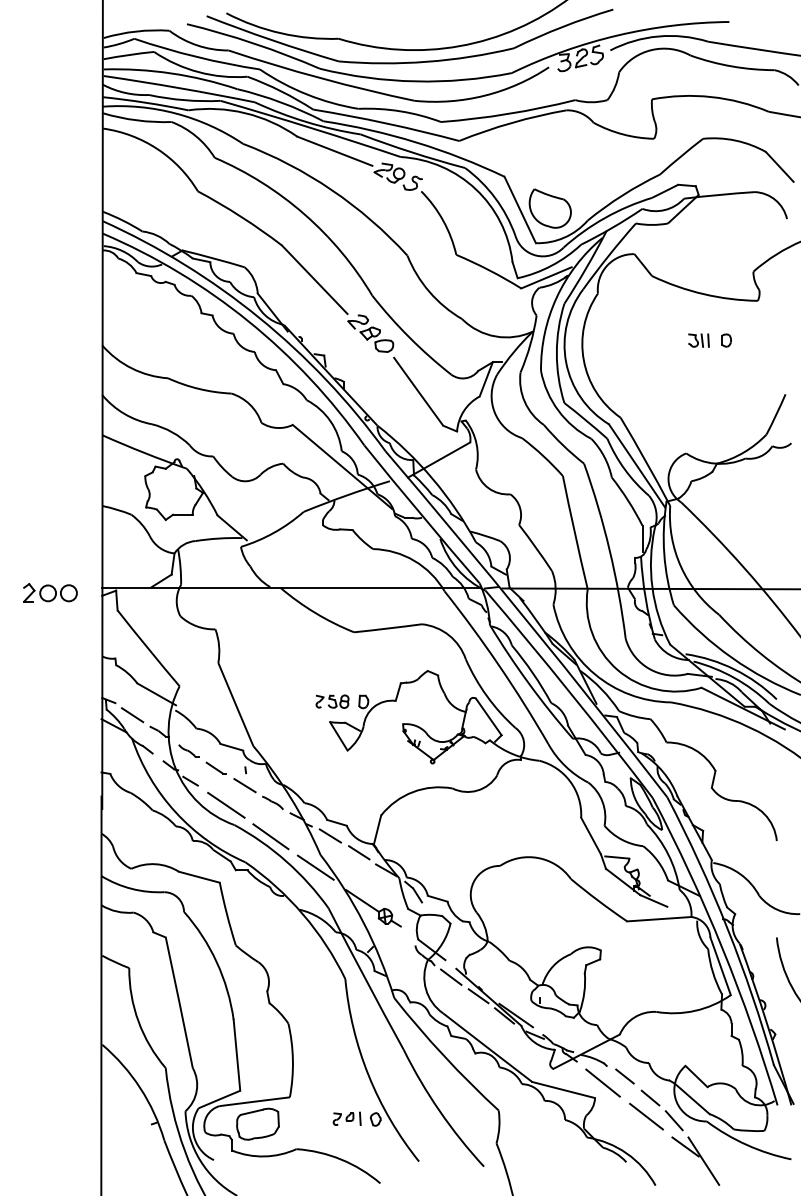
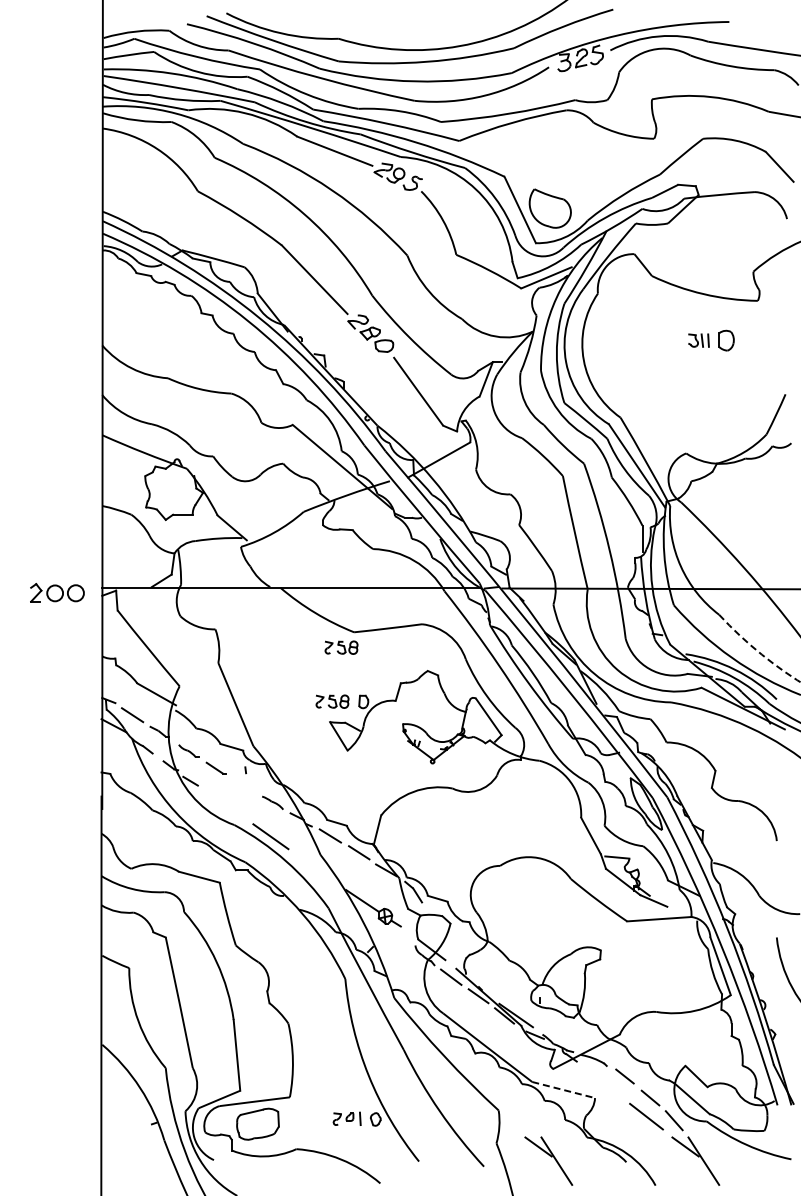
part at (726, 340) size: 11x15 px -> 17x23 px
part at (50, 592) position: (50, 592) -> (57, 592)
part at (341, 647): none -> present
arc at (758, 651): solid -> dashed
line at (244, 785): present -> none
line at (226, 804): present -> none
line at (315, 867): present -> none
line at (602, 1082): present -> none
line at (564, 1090): solid -> dashed
part at (548, 1160): none -> present
